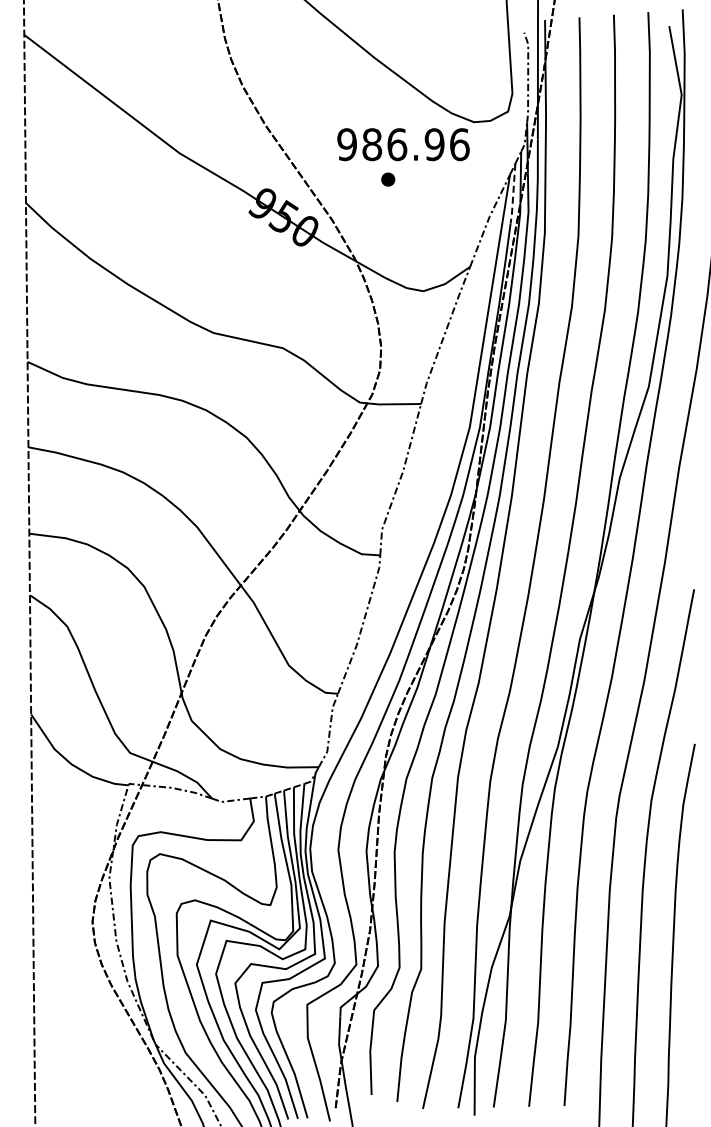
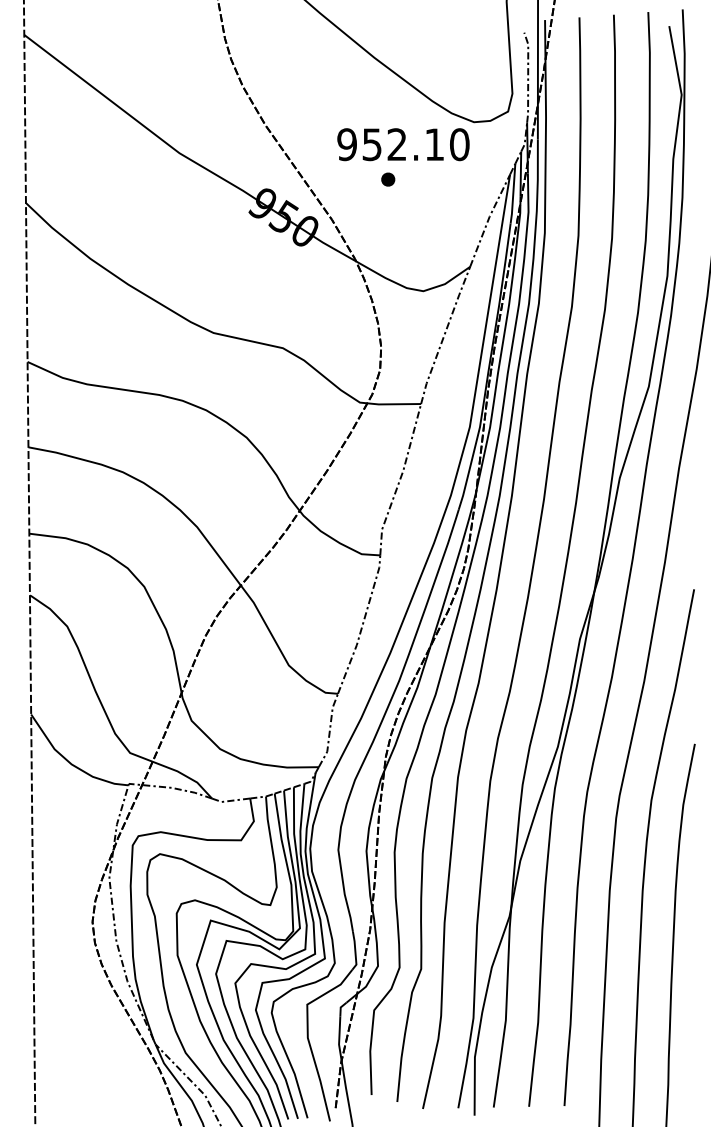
text at (415, 144): 986.96 -> 952.10
line at (513, 194): dashed -> solid
